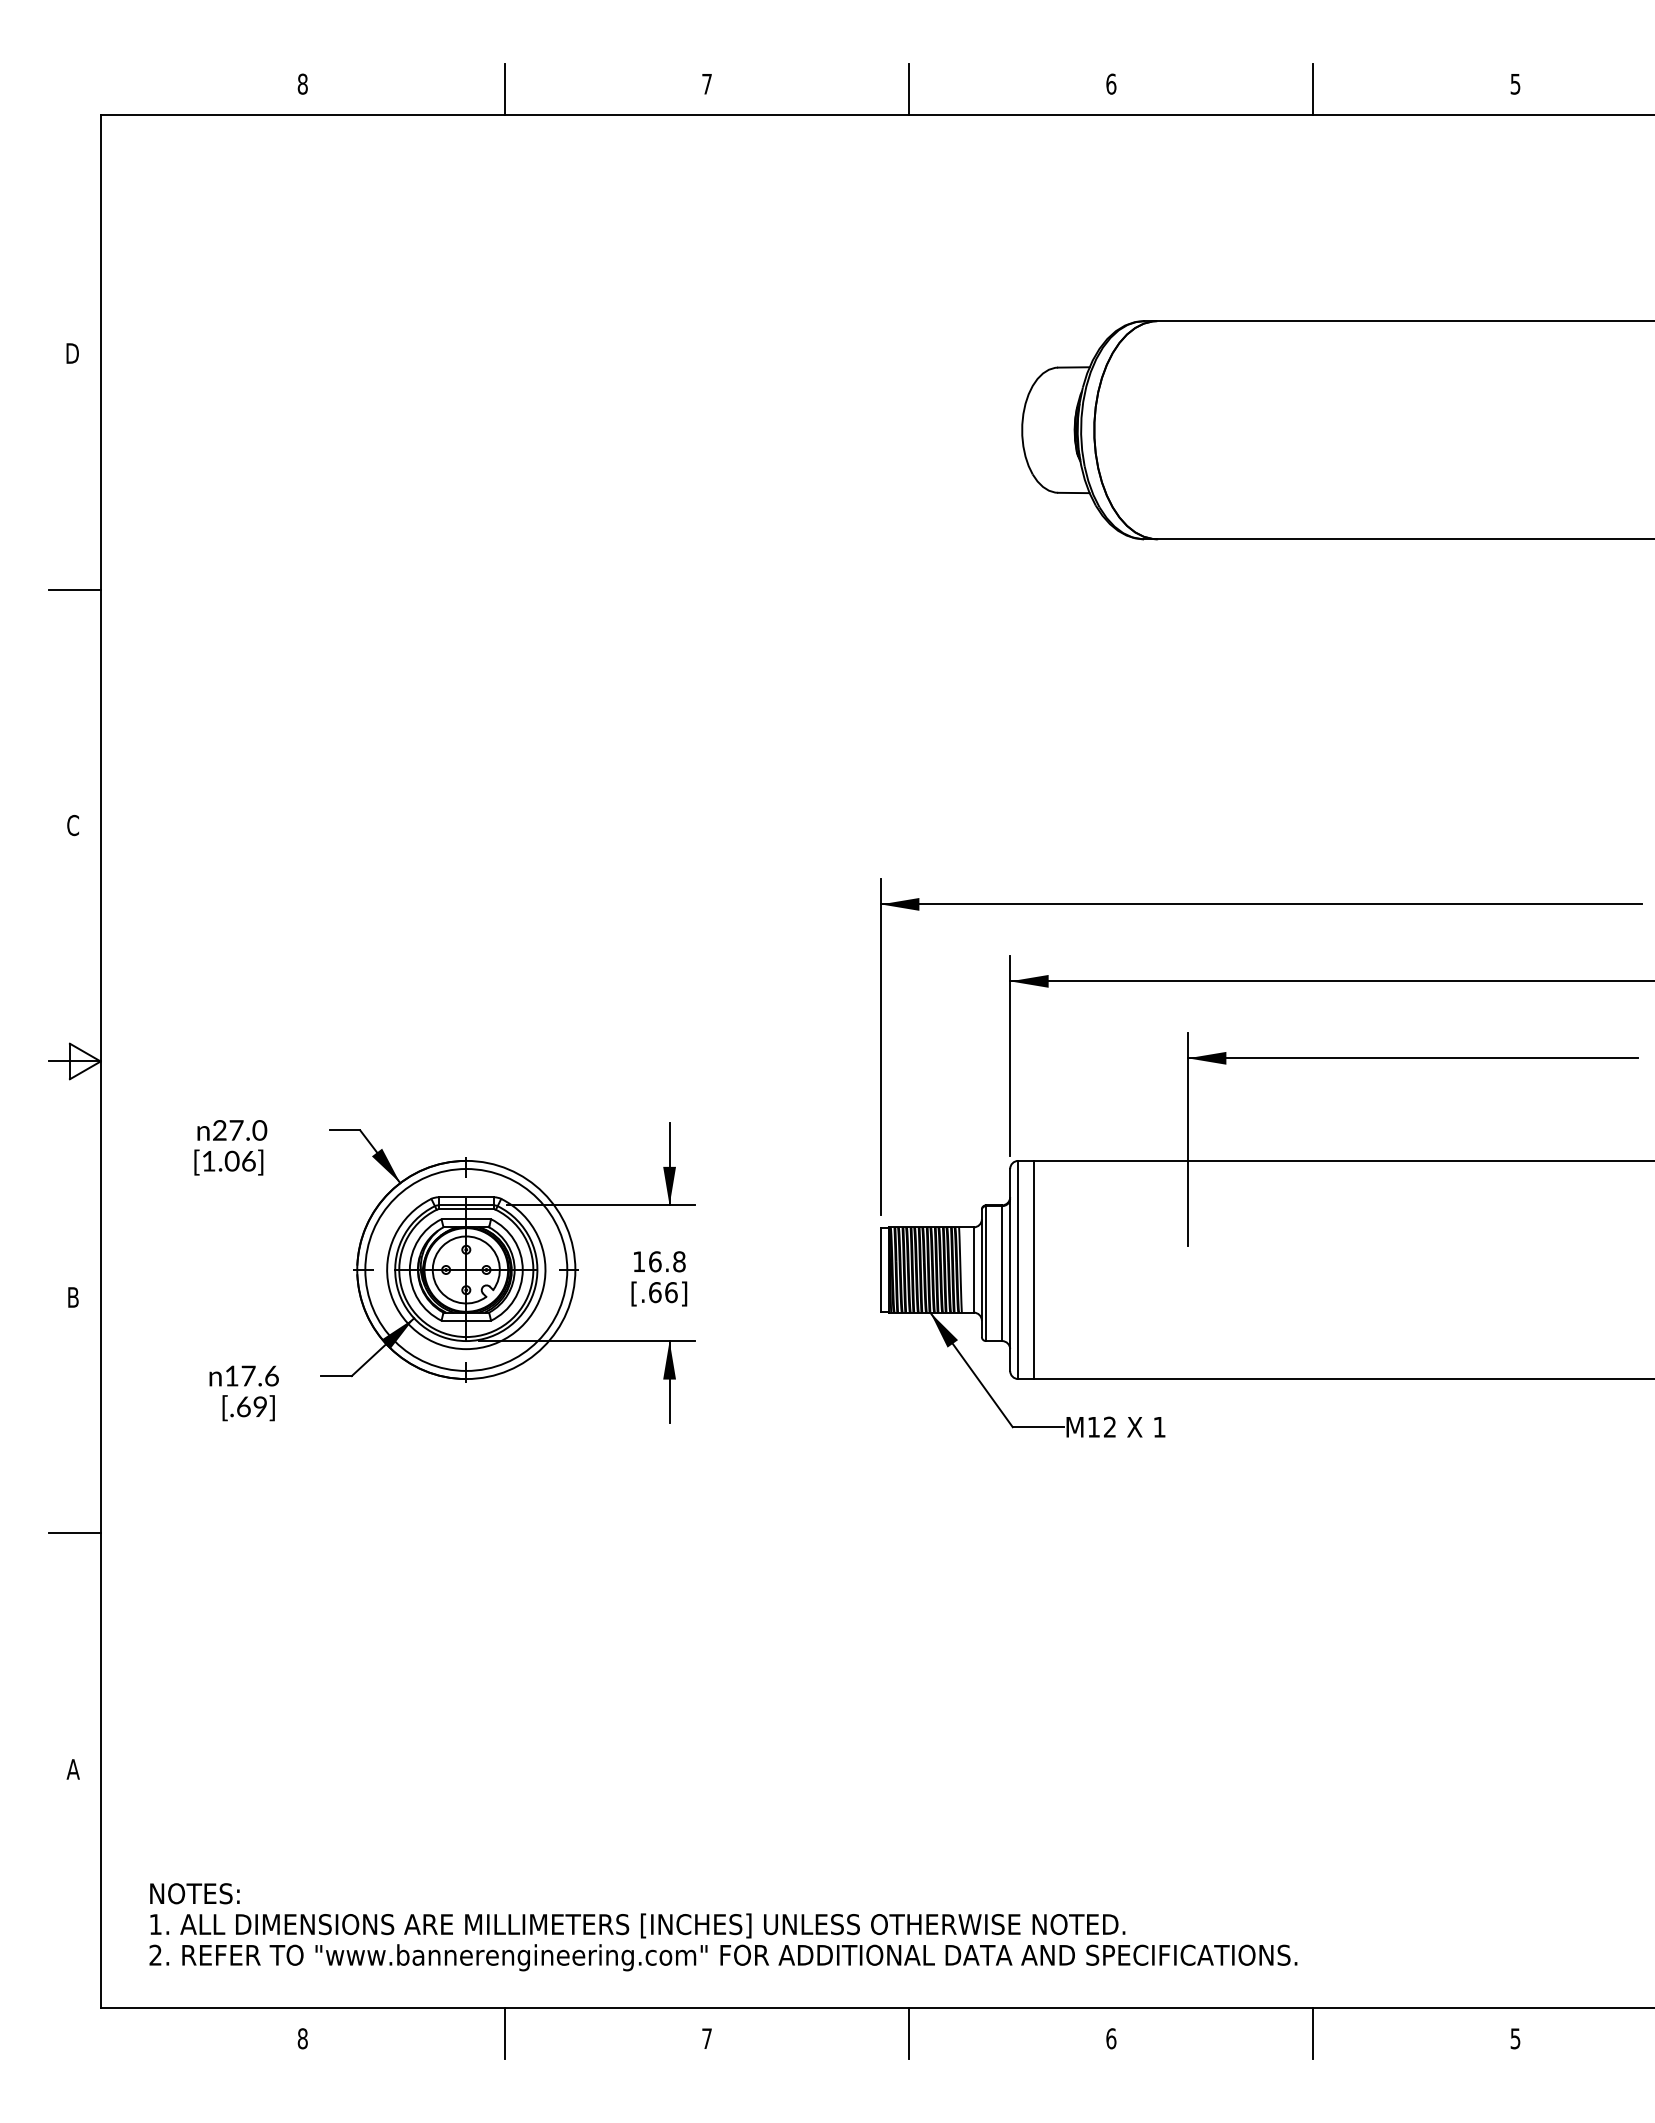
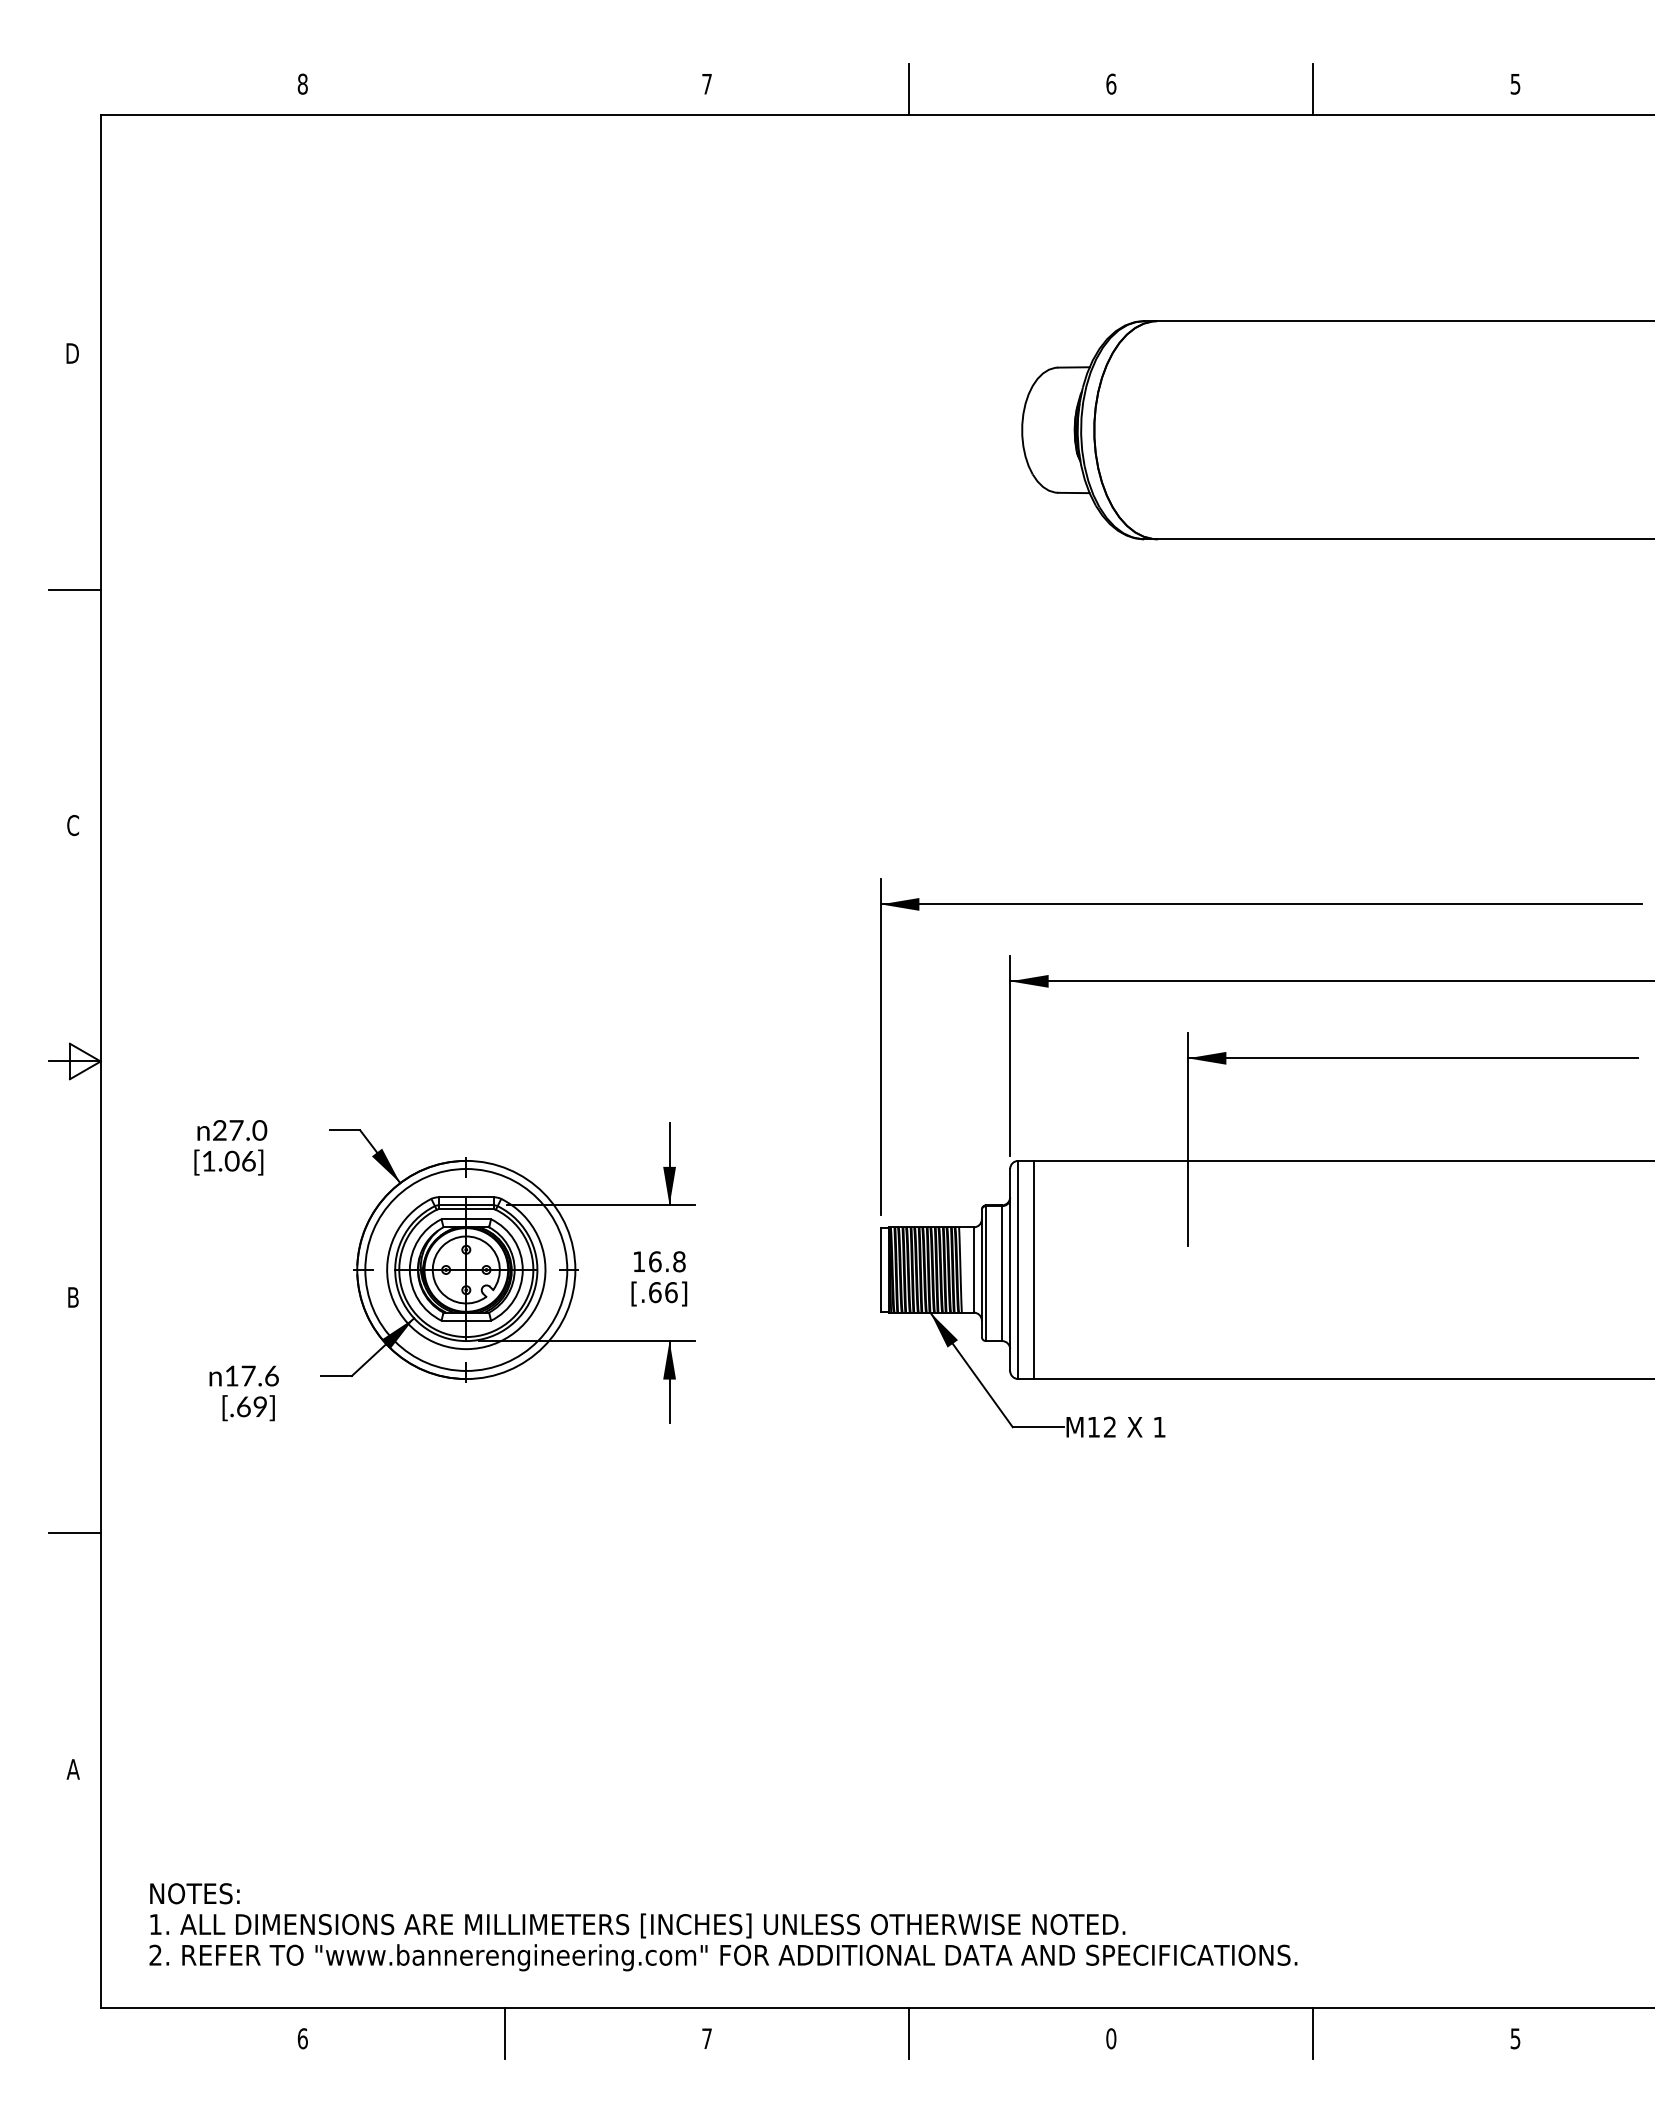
line at (504, 88): present -> none
text at (302, 2038): 8 -> 6
text at (1111, 2038): 6 -> 0
